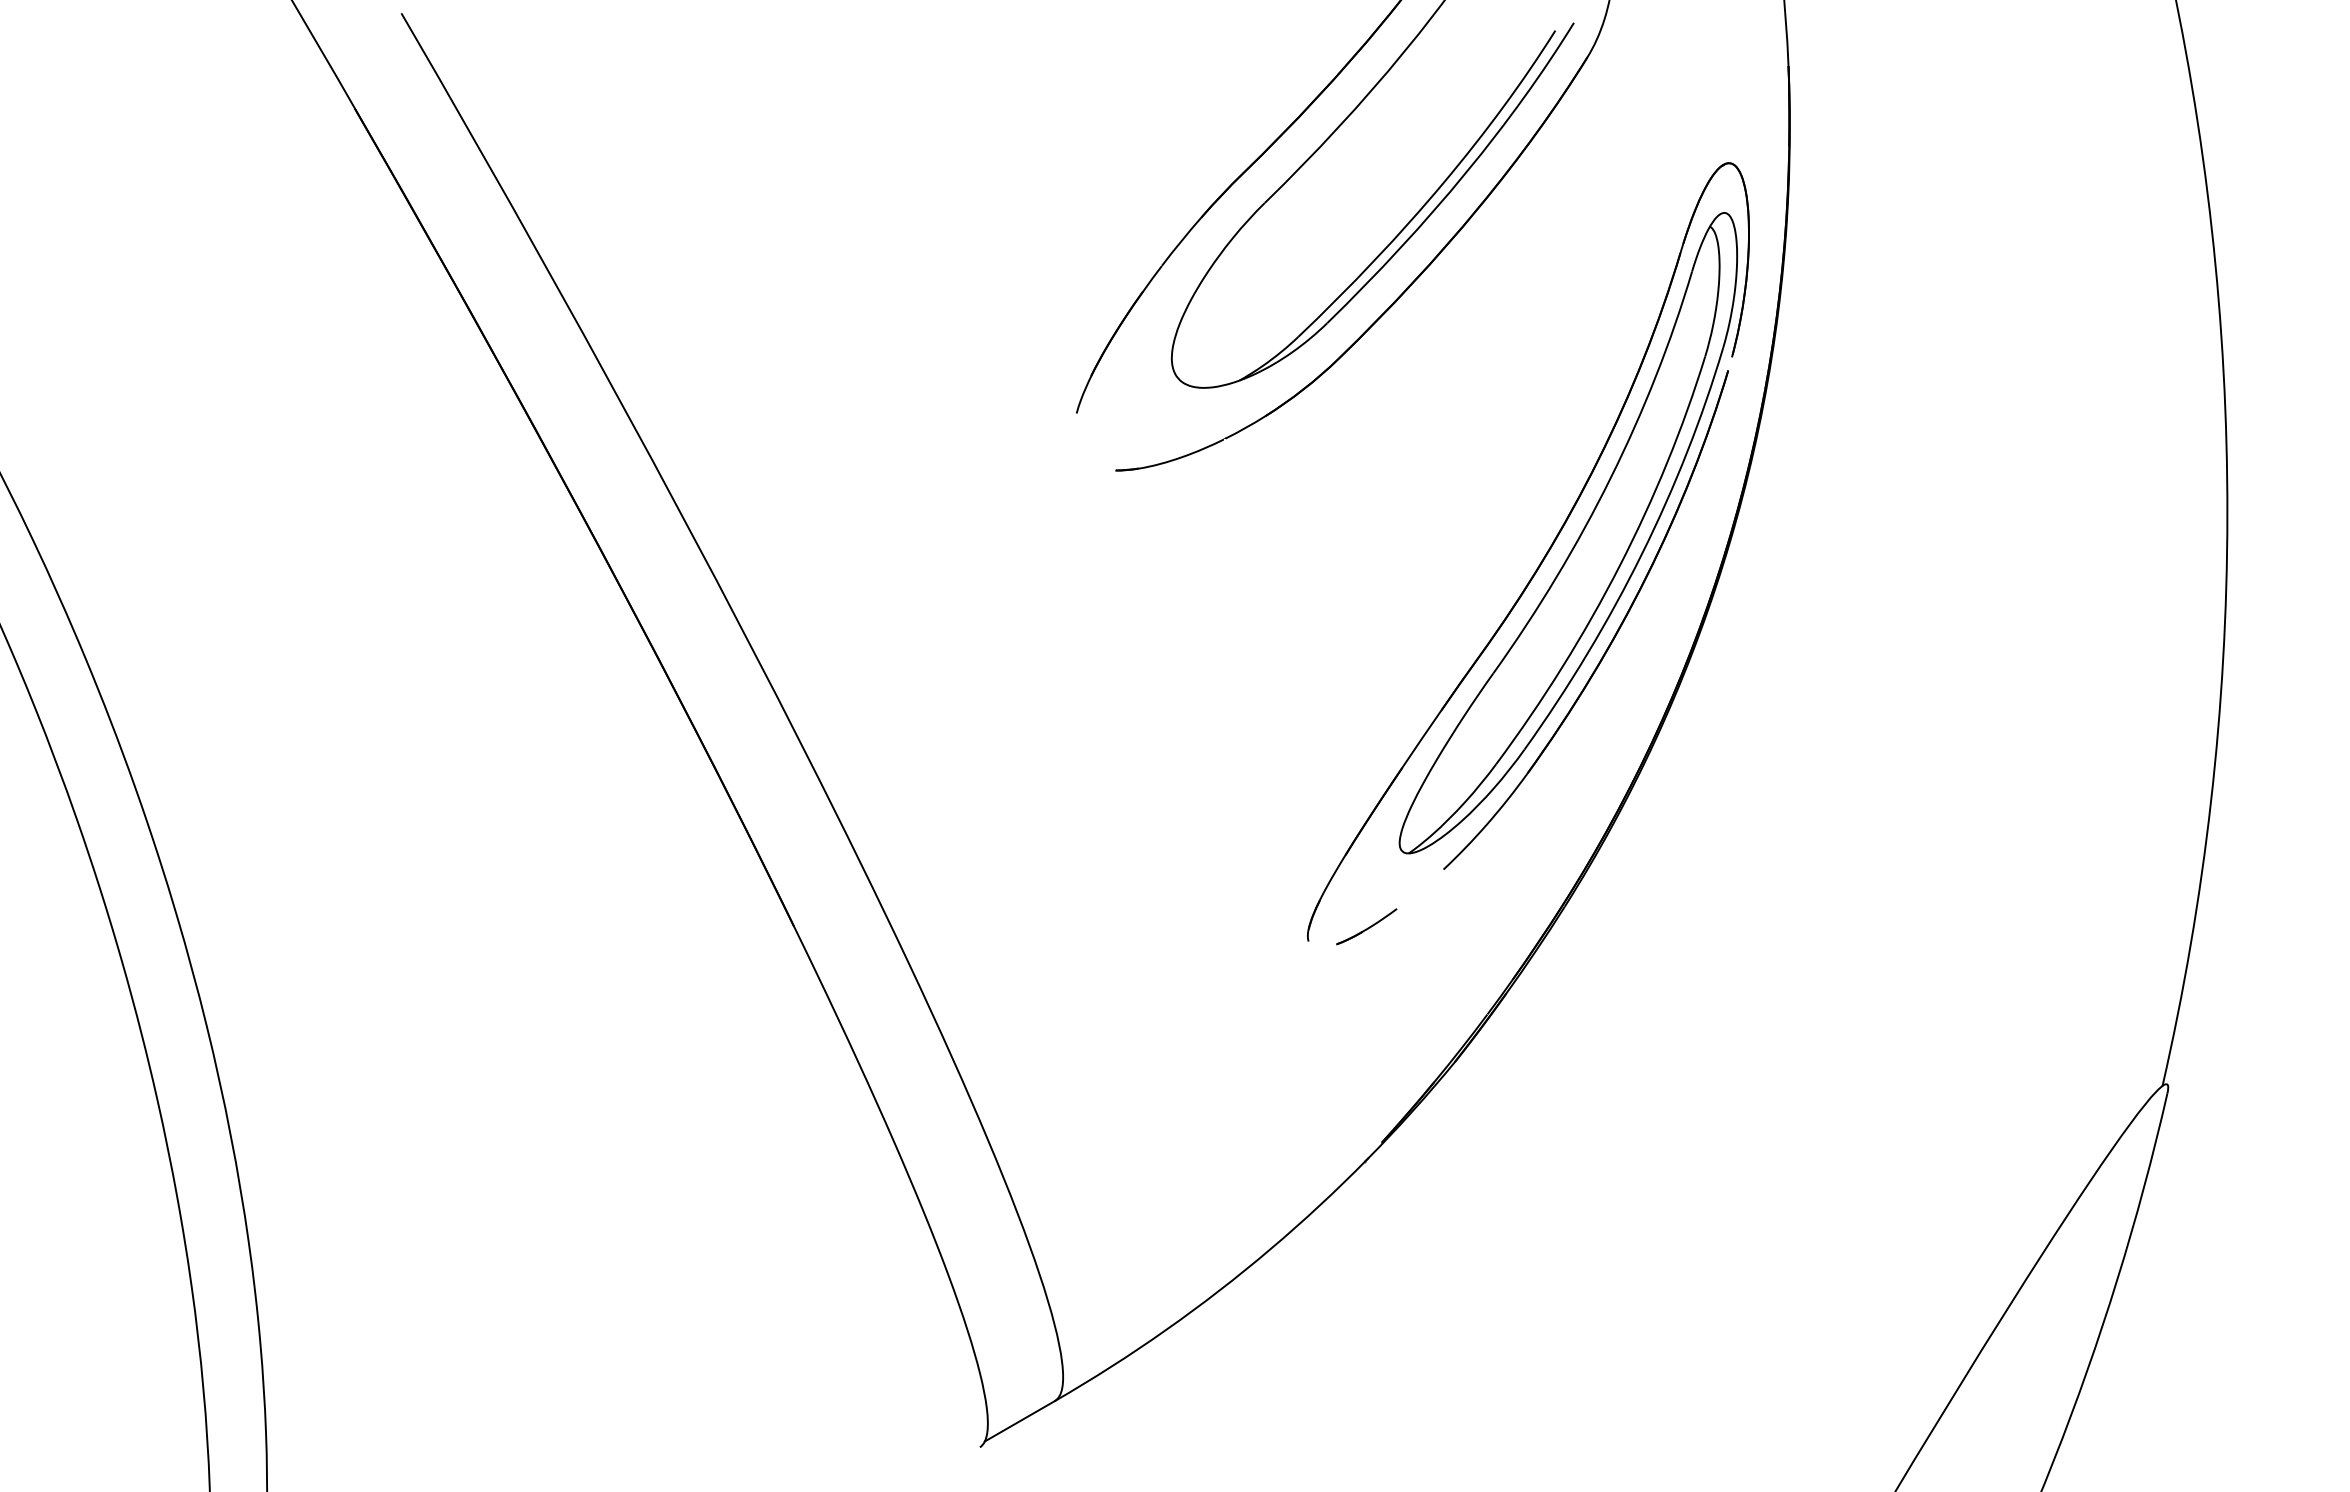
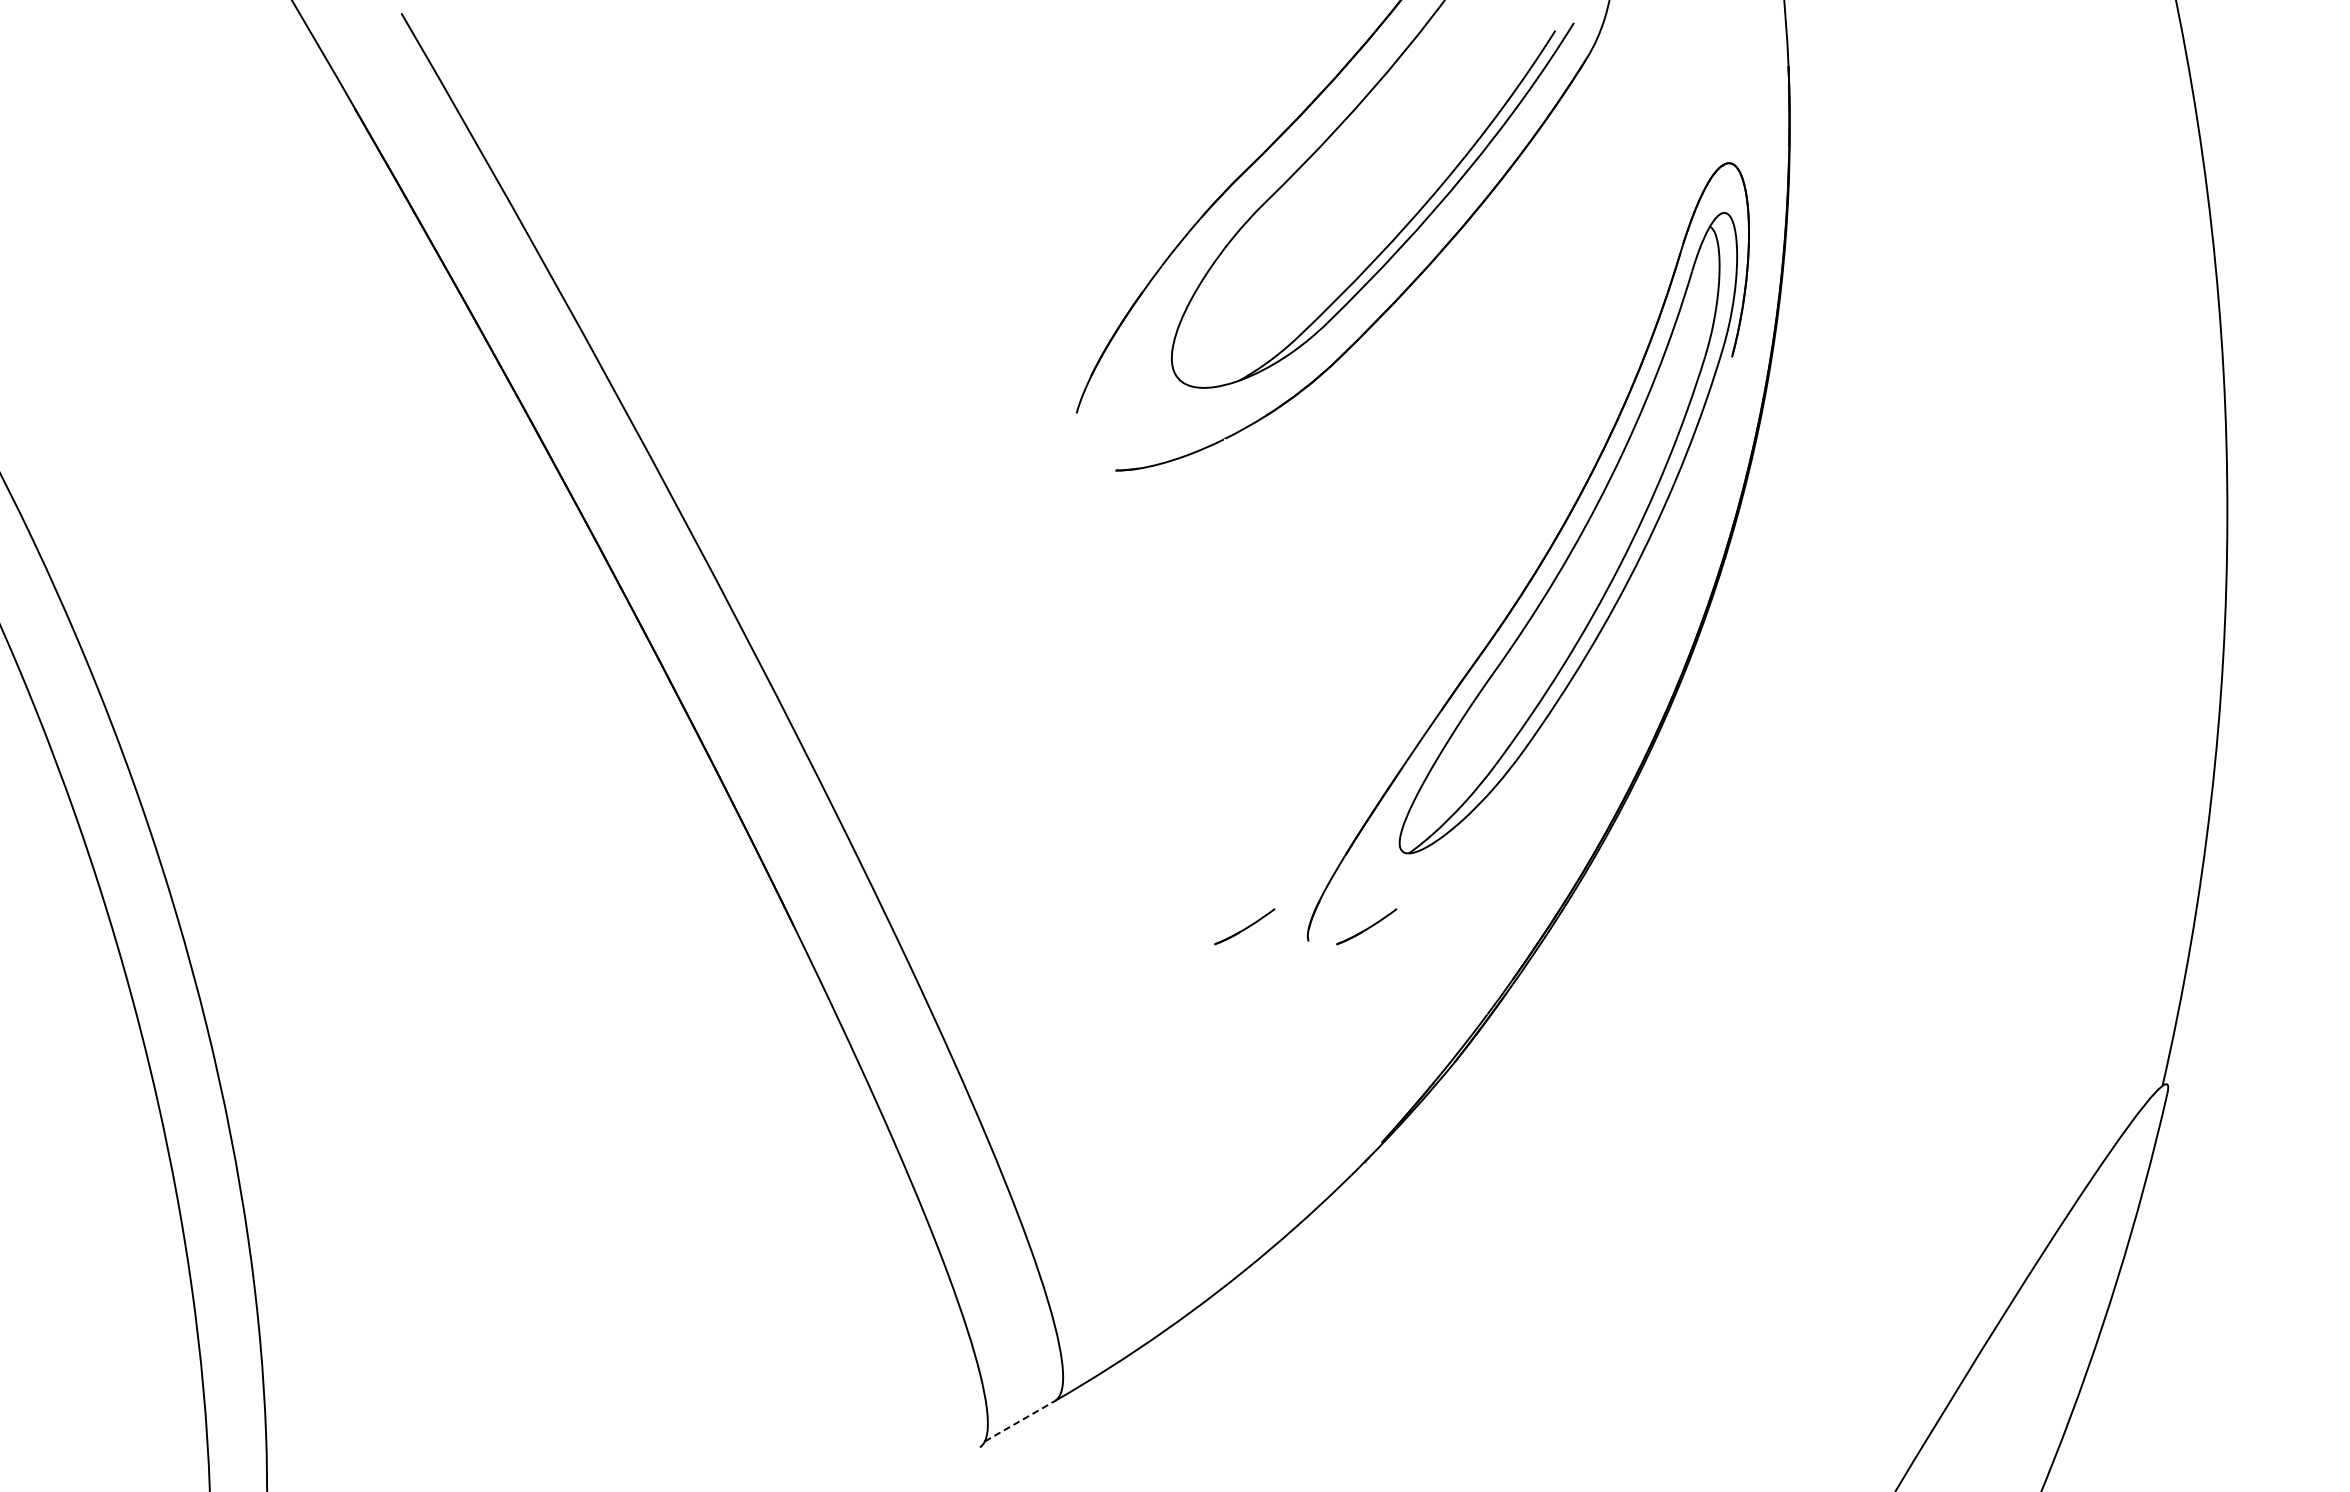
part at (1614, 634): present -> none
part at (1244, 926): none -> present
line at (1020, 1421): solid -> dashed
